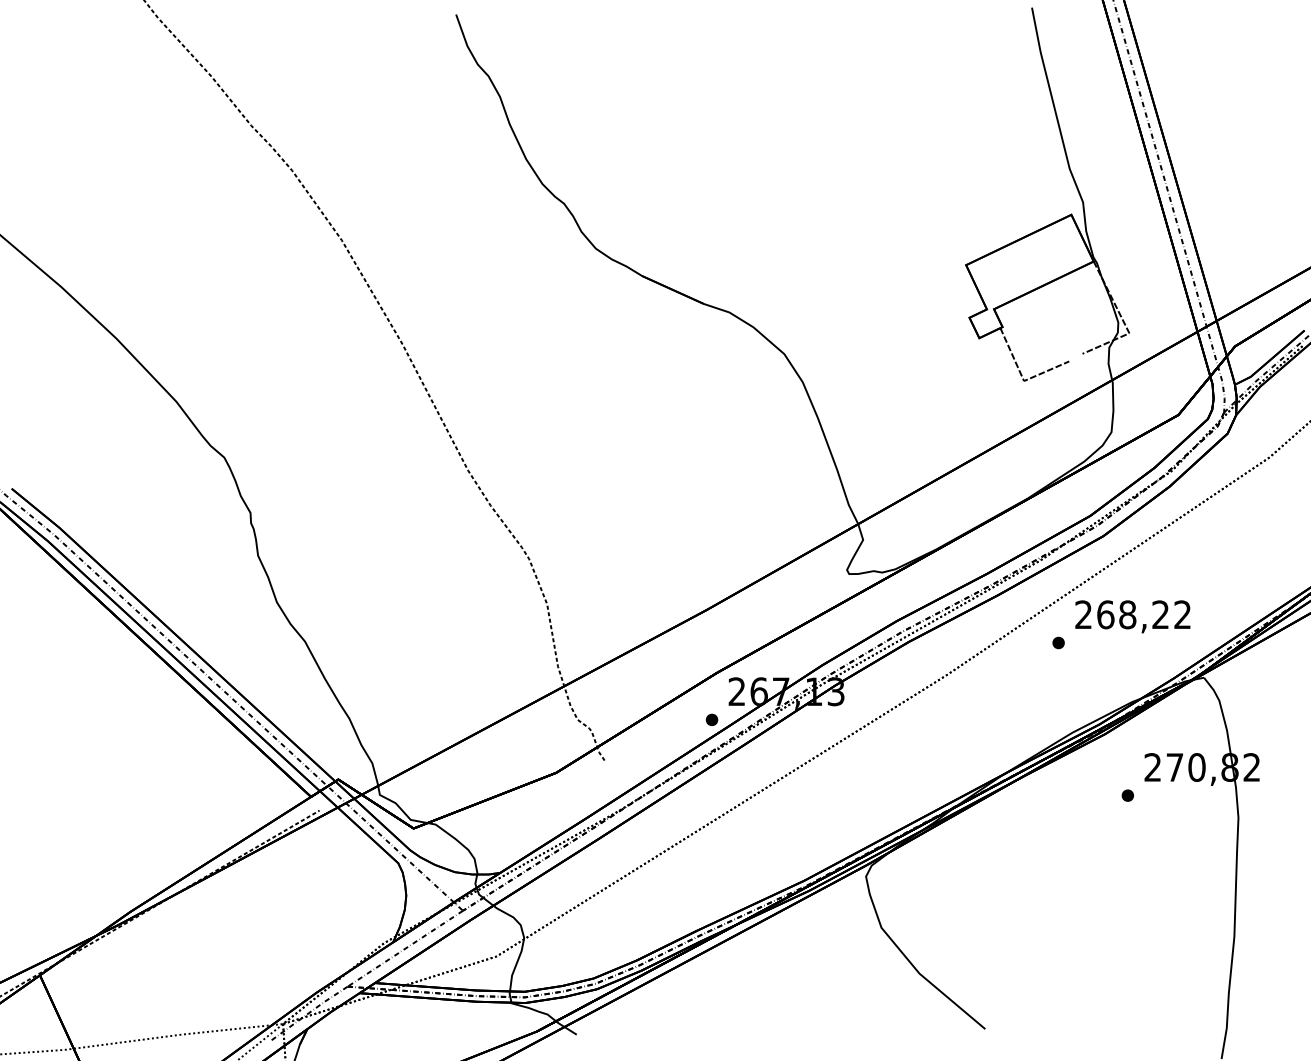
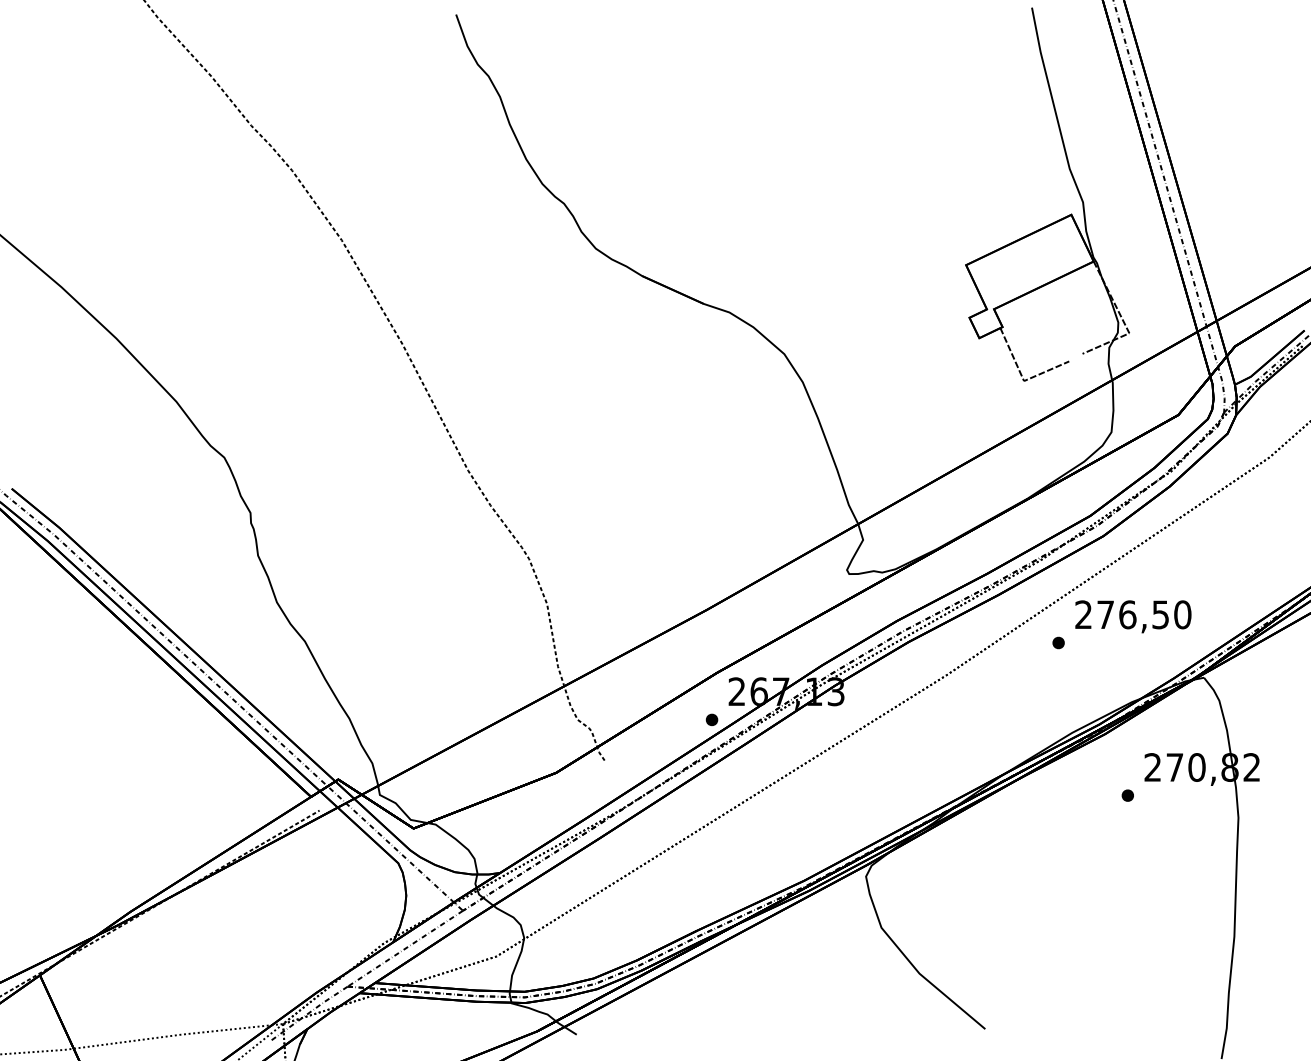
text at (1144, 614): 268,22 -> 276,50
